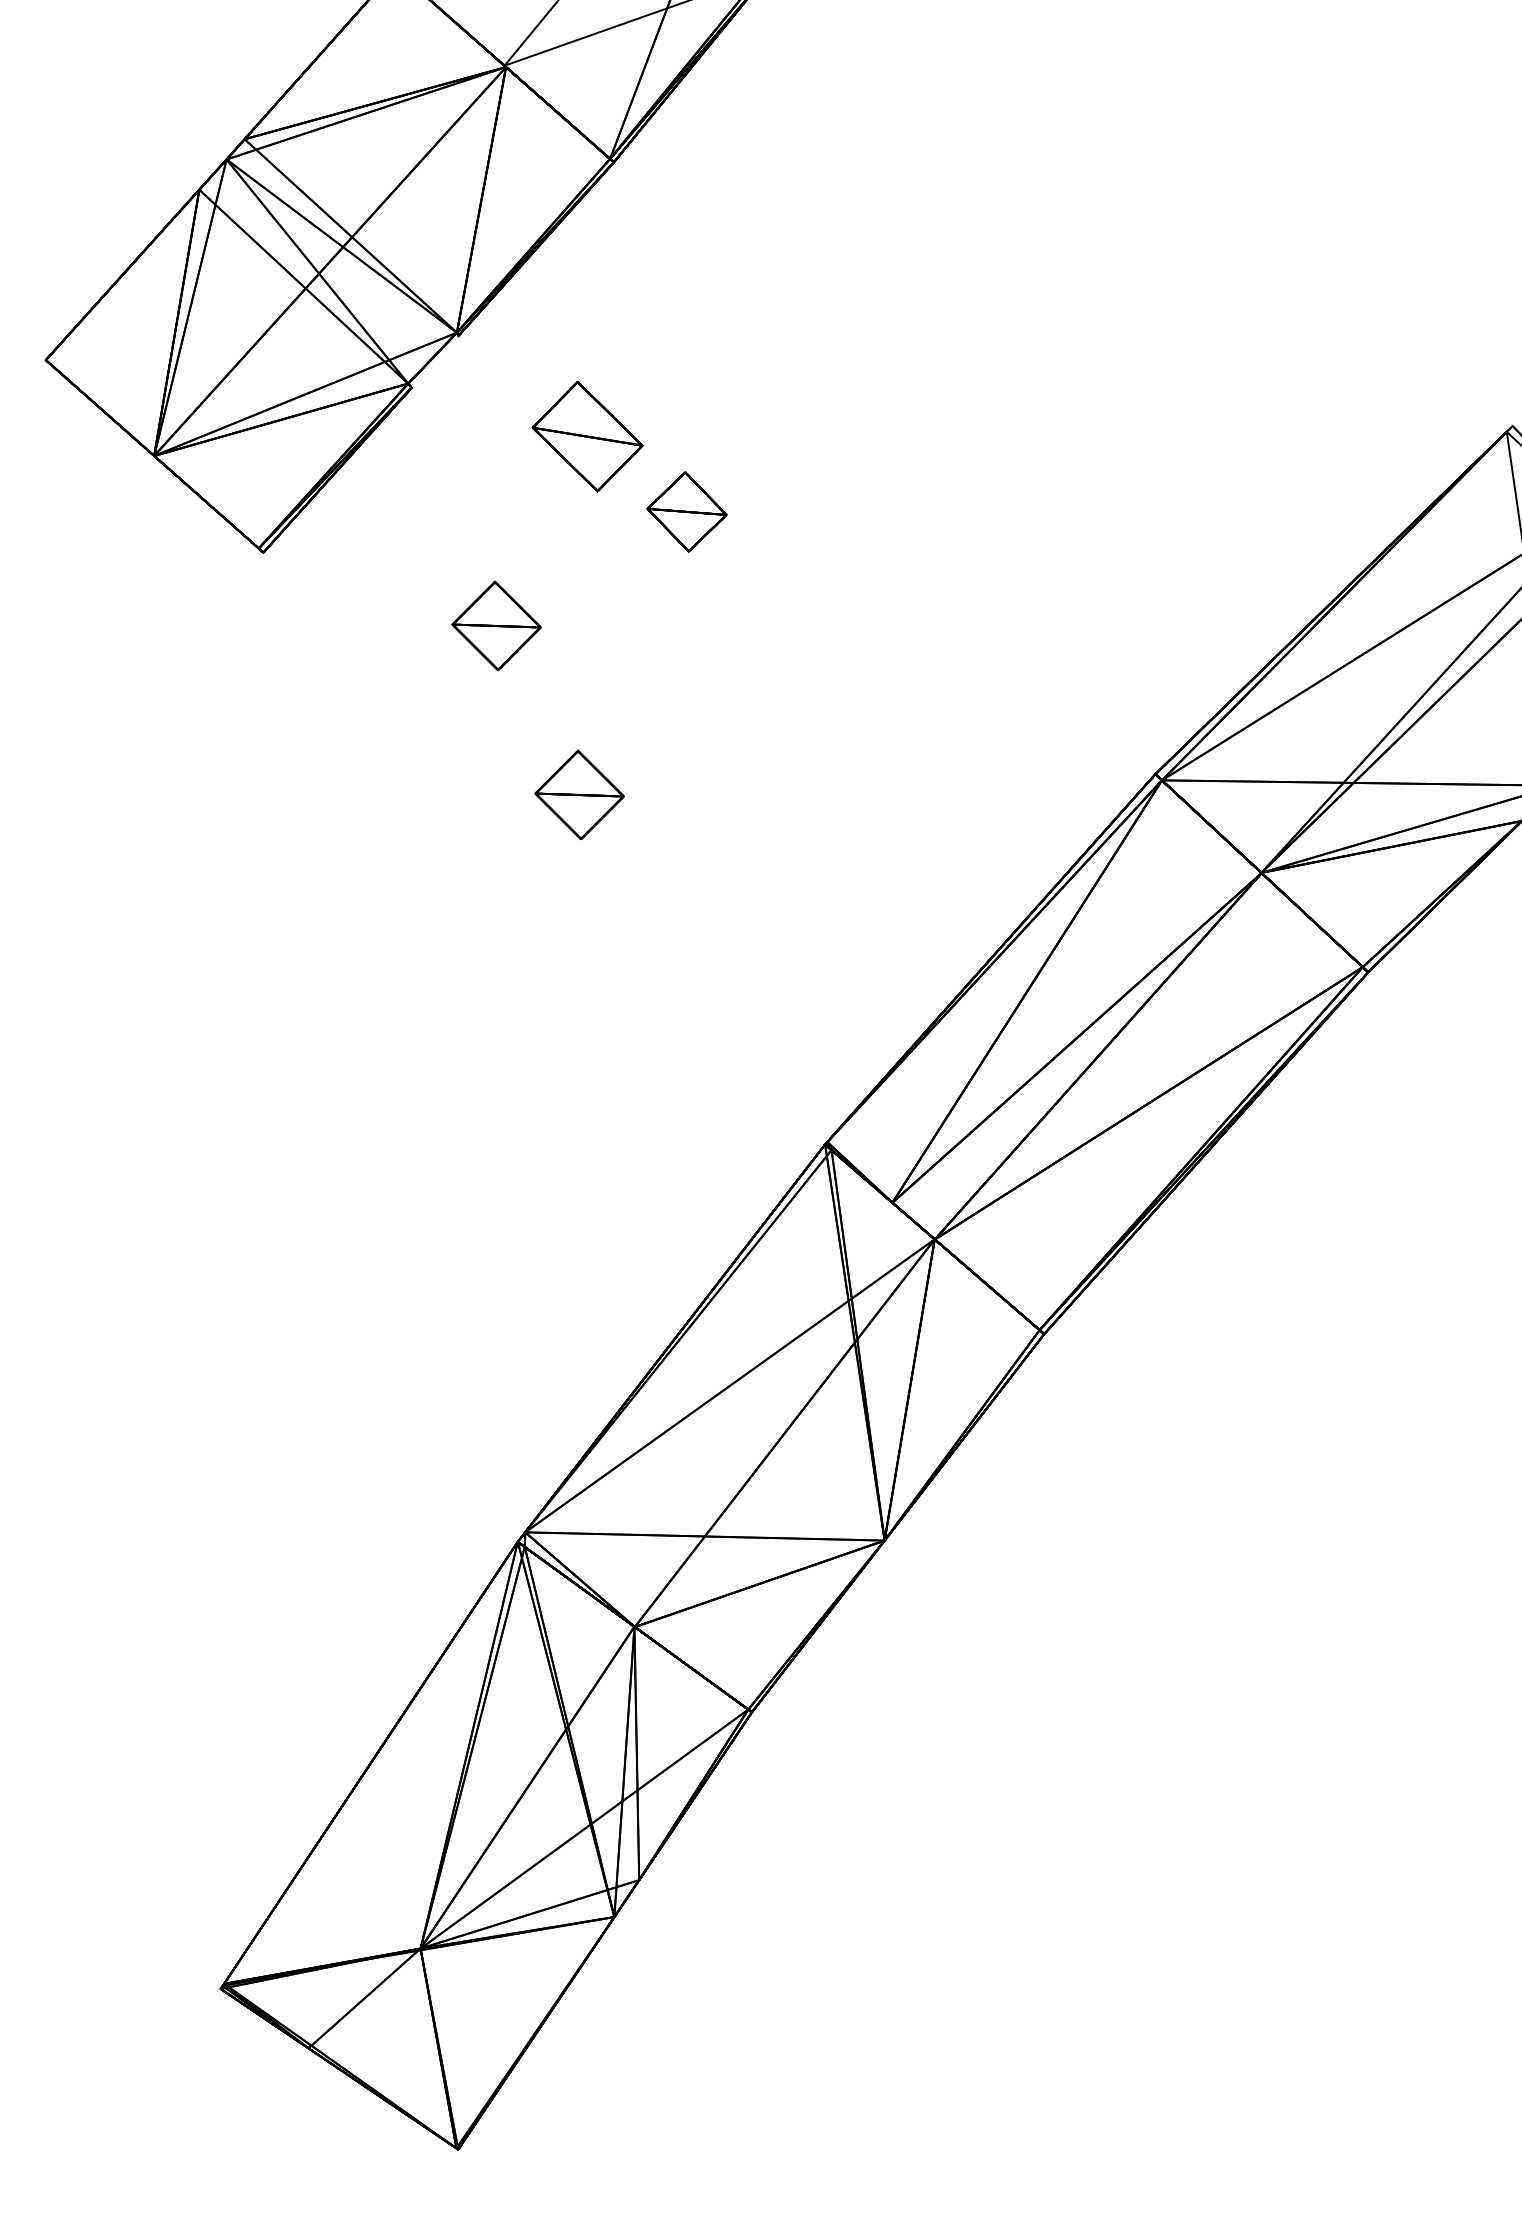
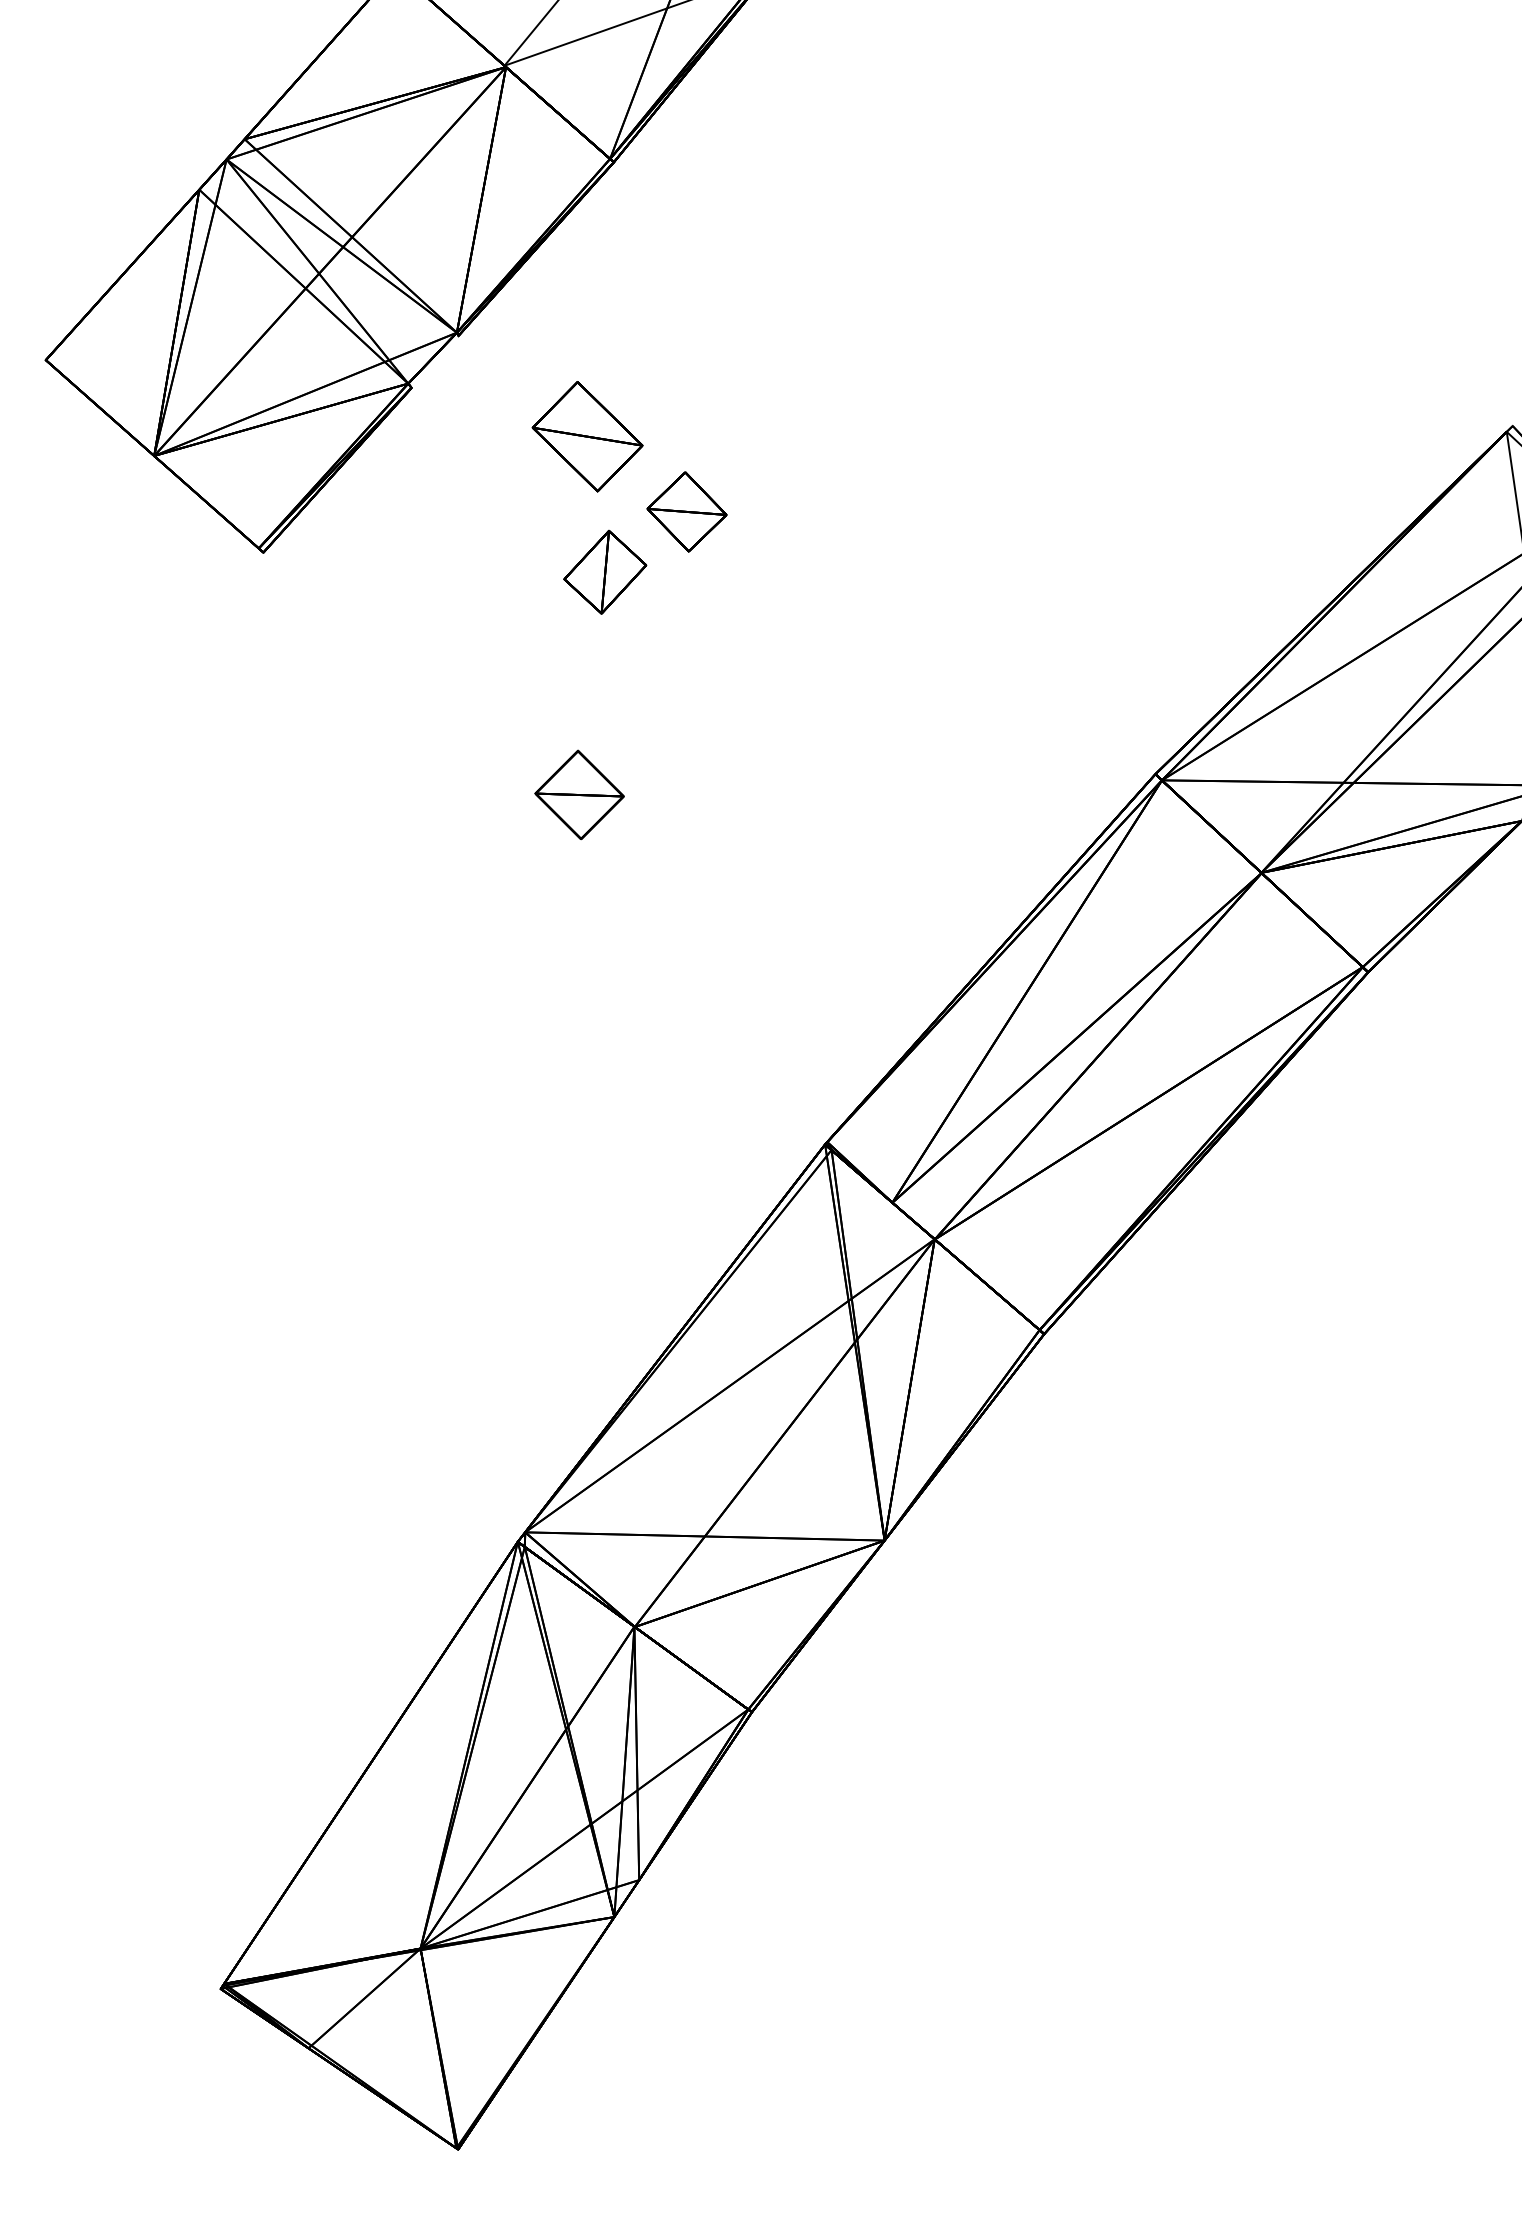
part at (605, 571): none -> present
part at (496, 625): present -> none
